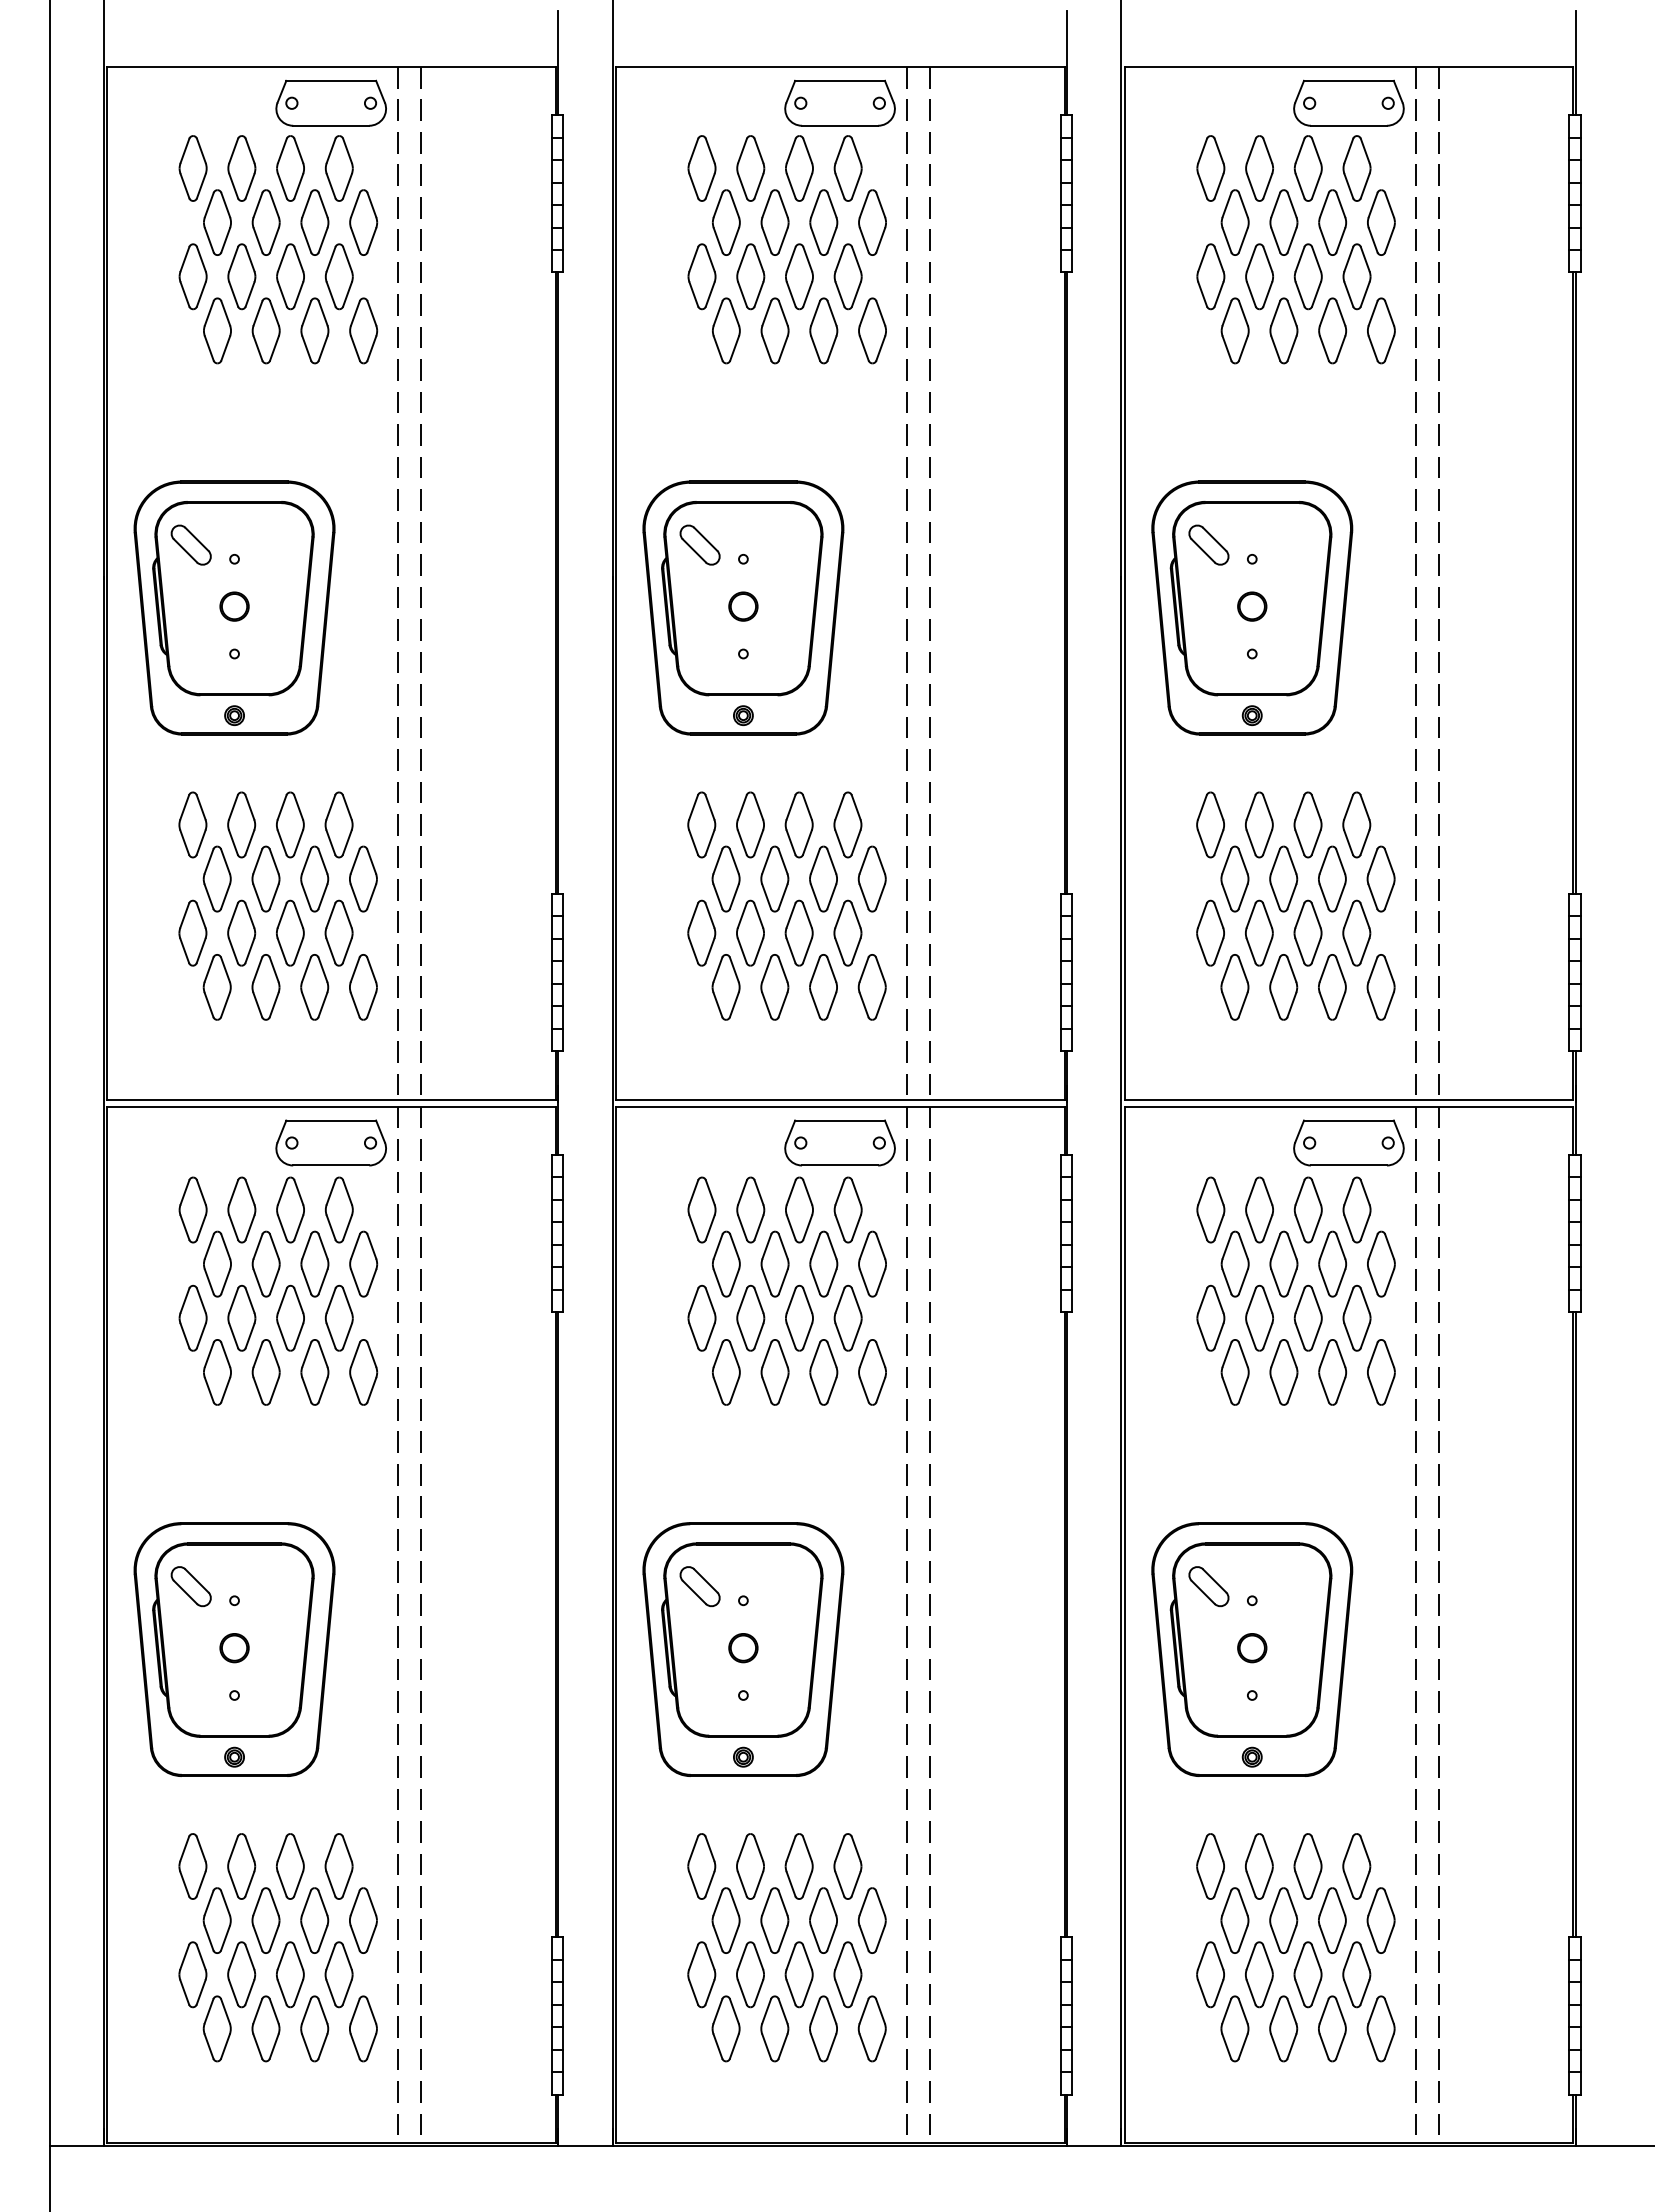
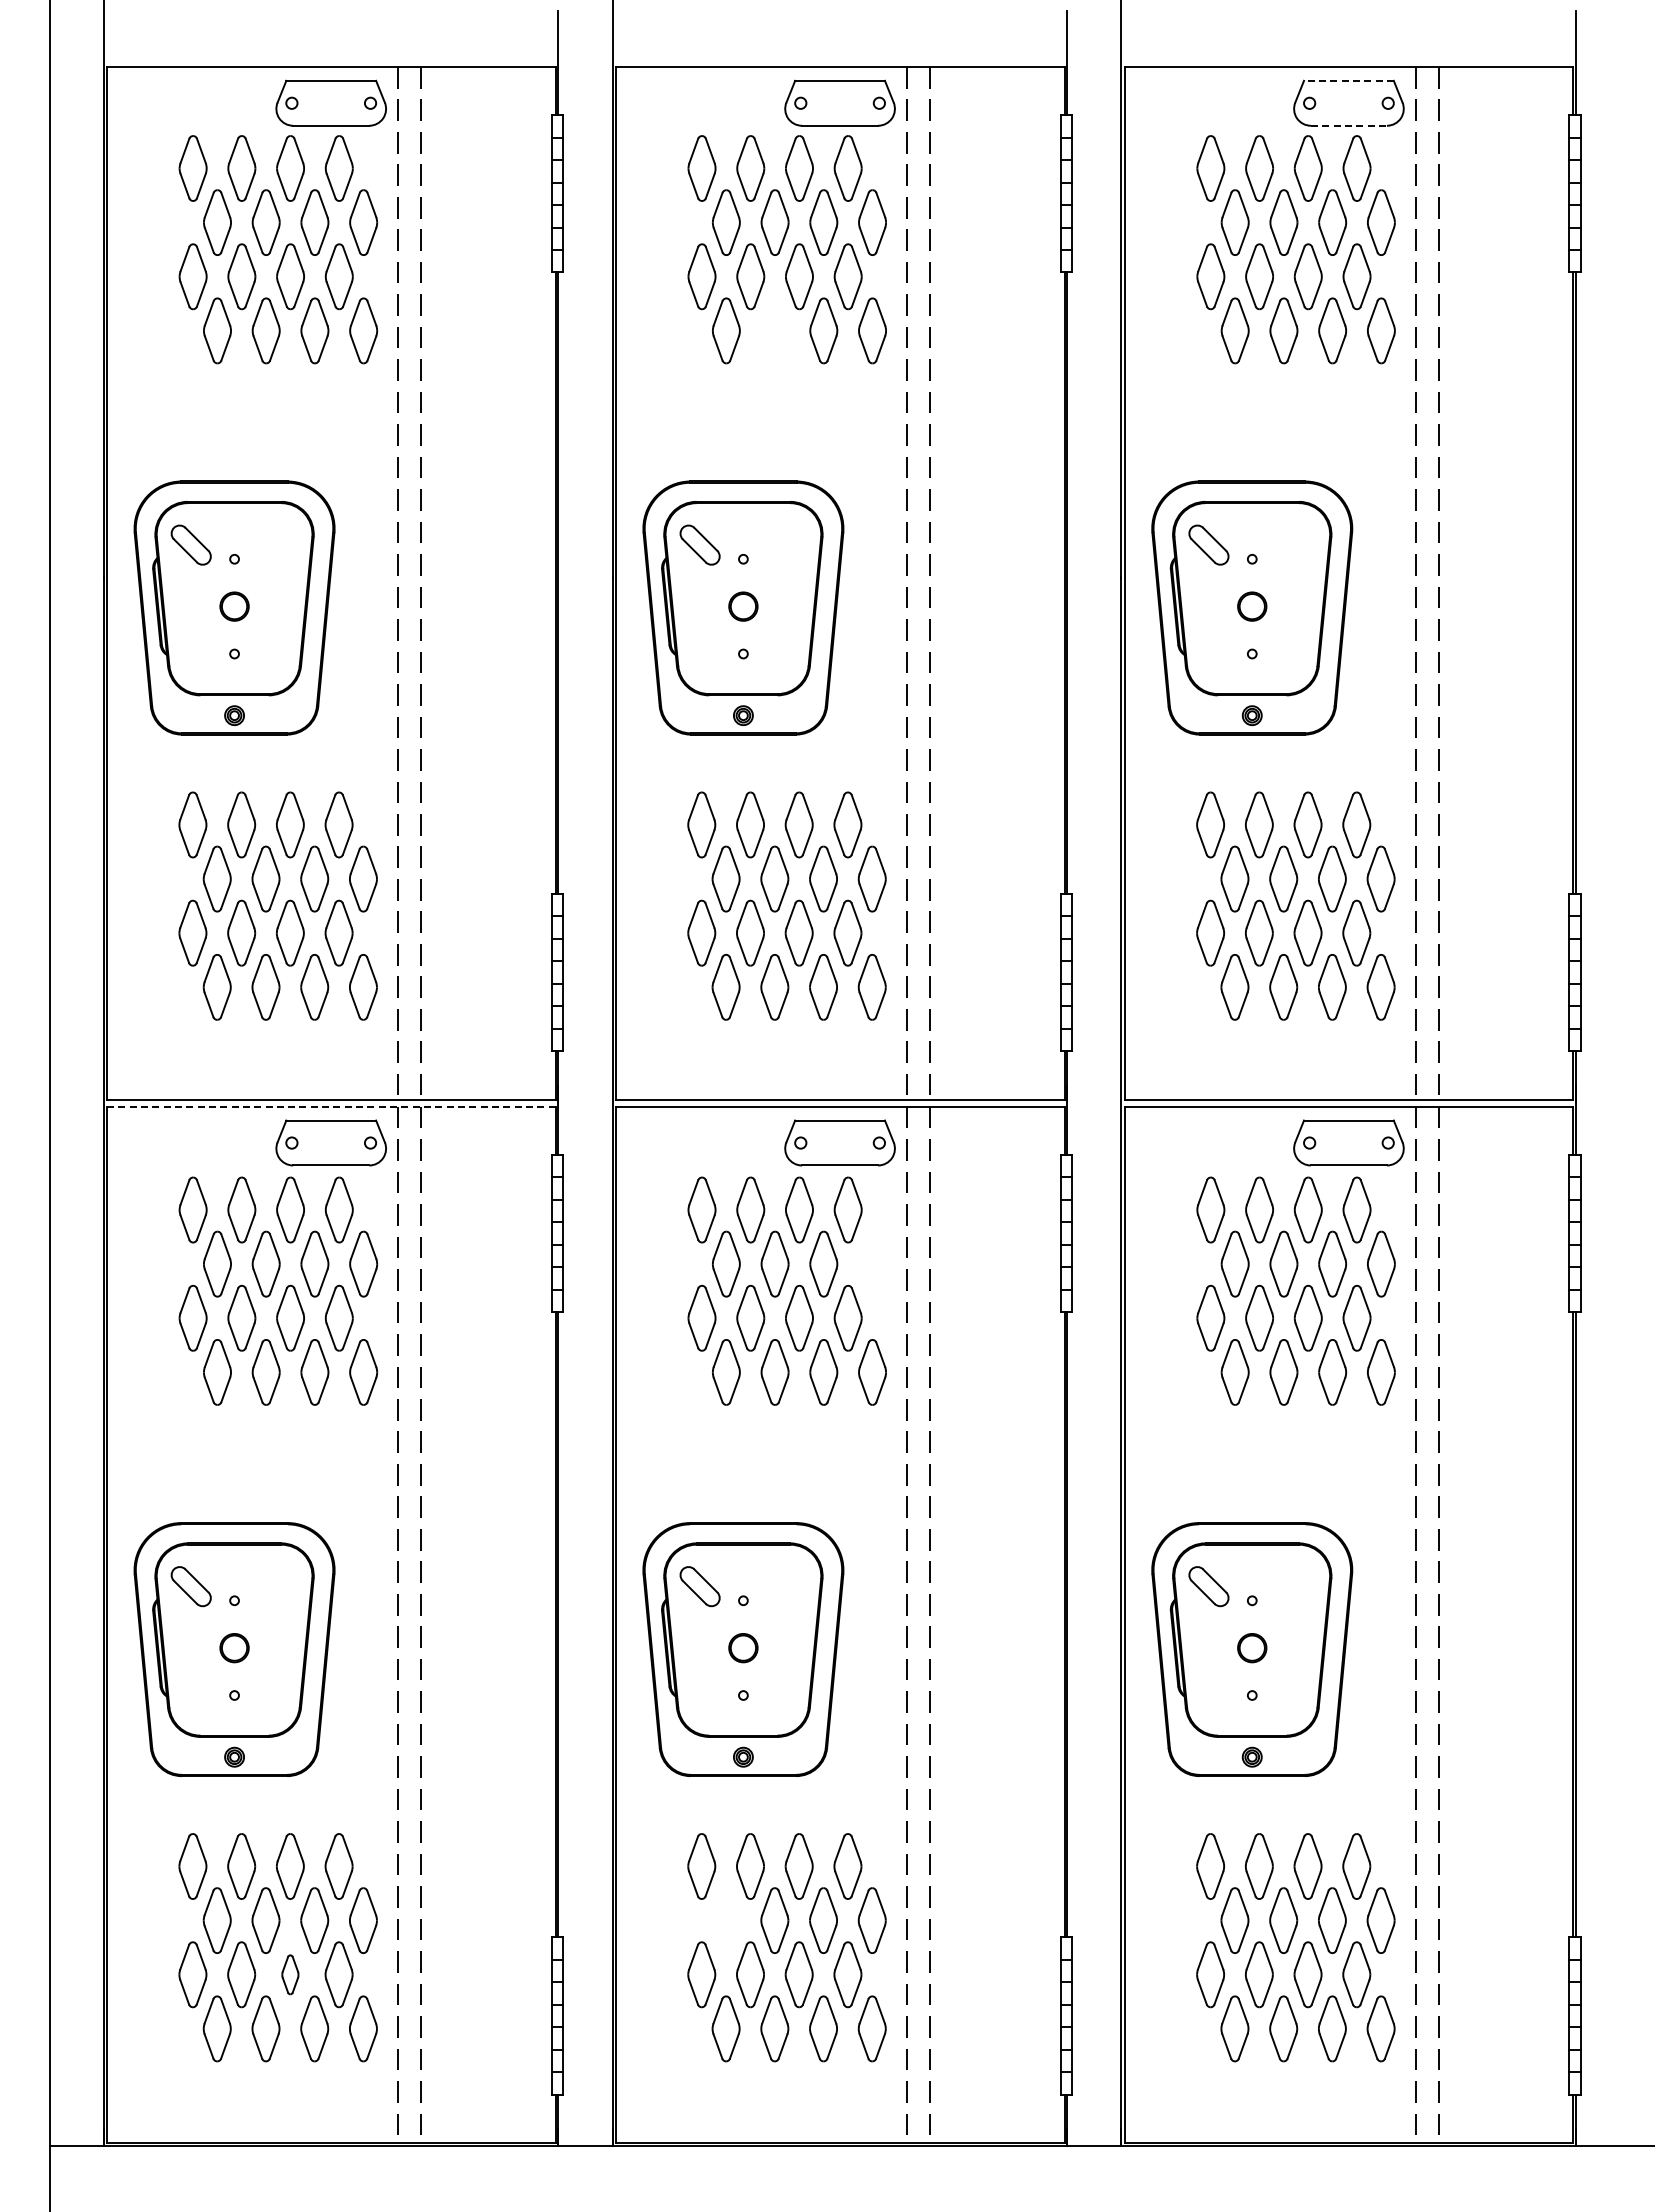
line at (1348, 80): solid -> dashed
line at (1349, 125): solid -> dashed
part at (774, 330): present -> none
line at (331, 1106): solid -> dashed
part at (872, 1263): present -> none
part at (725, 1920): present -> none
part at (290, 1974) size: 29x68 px -> 19x42 px
